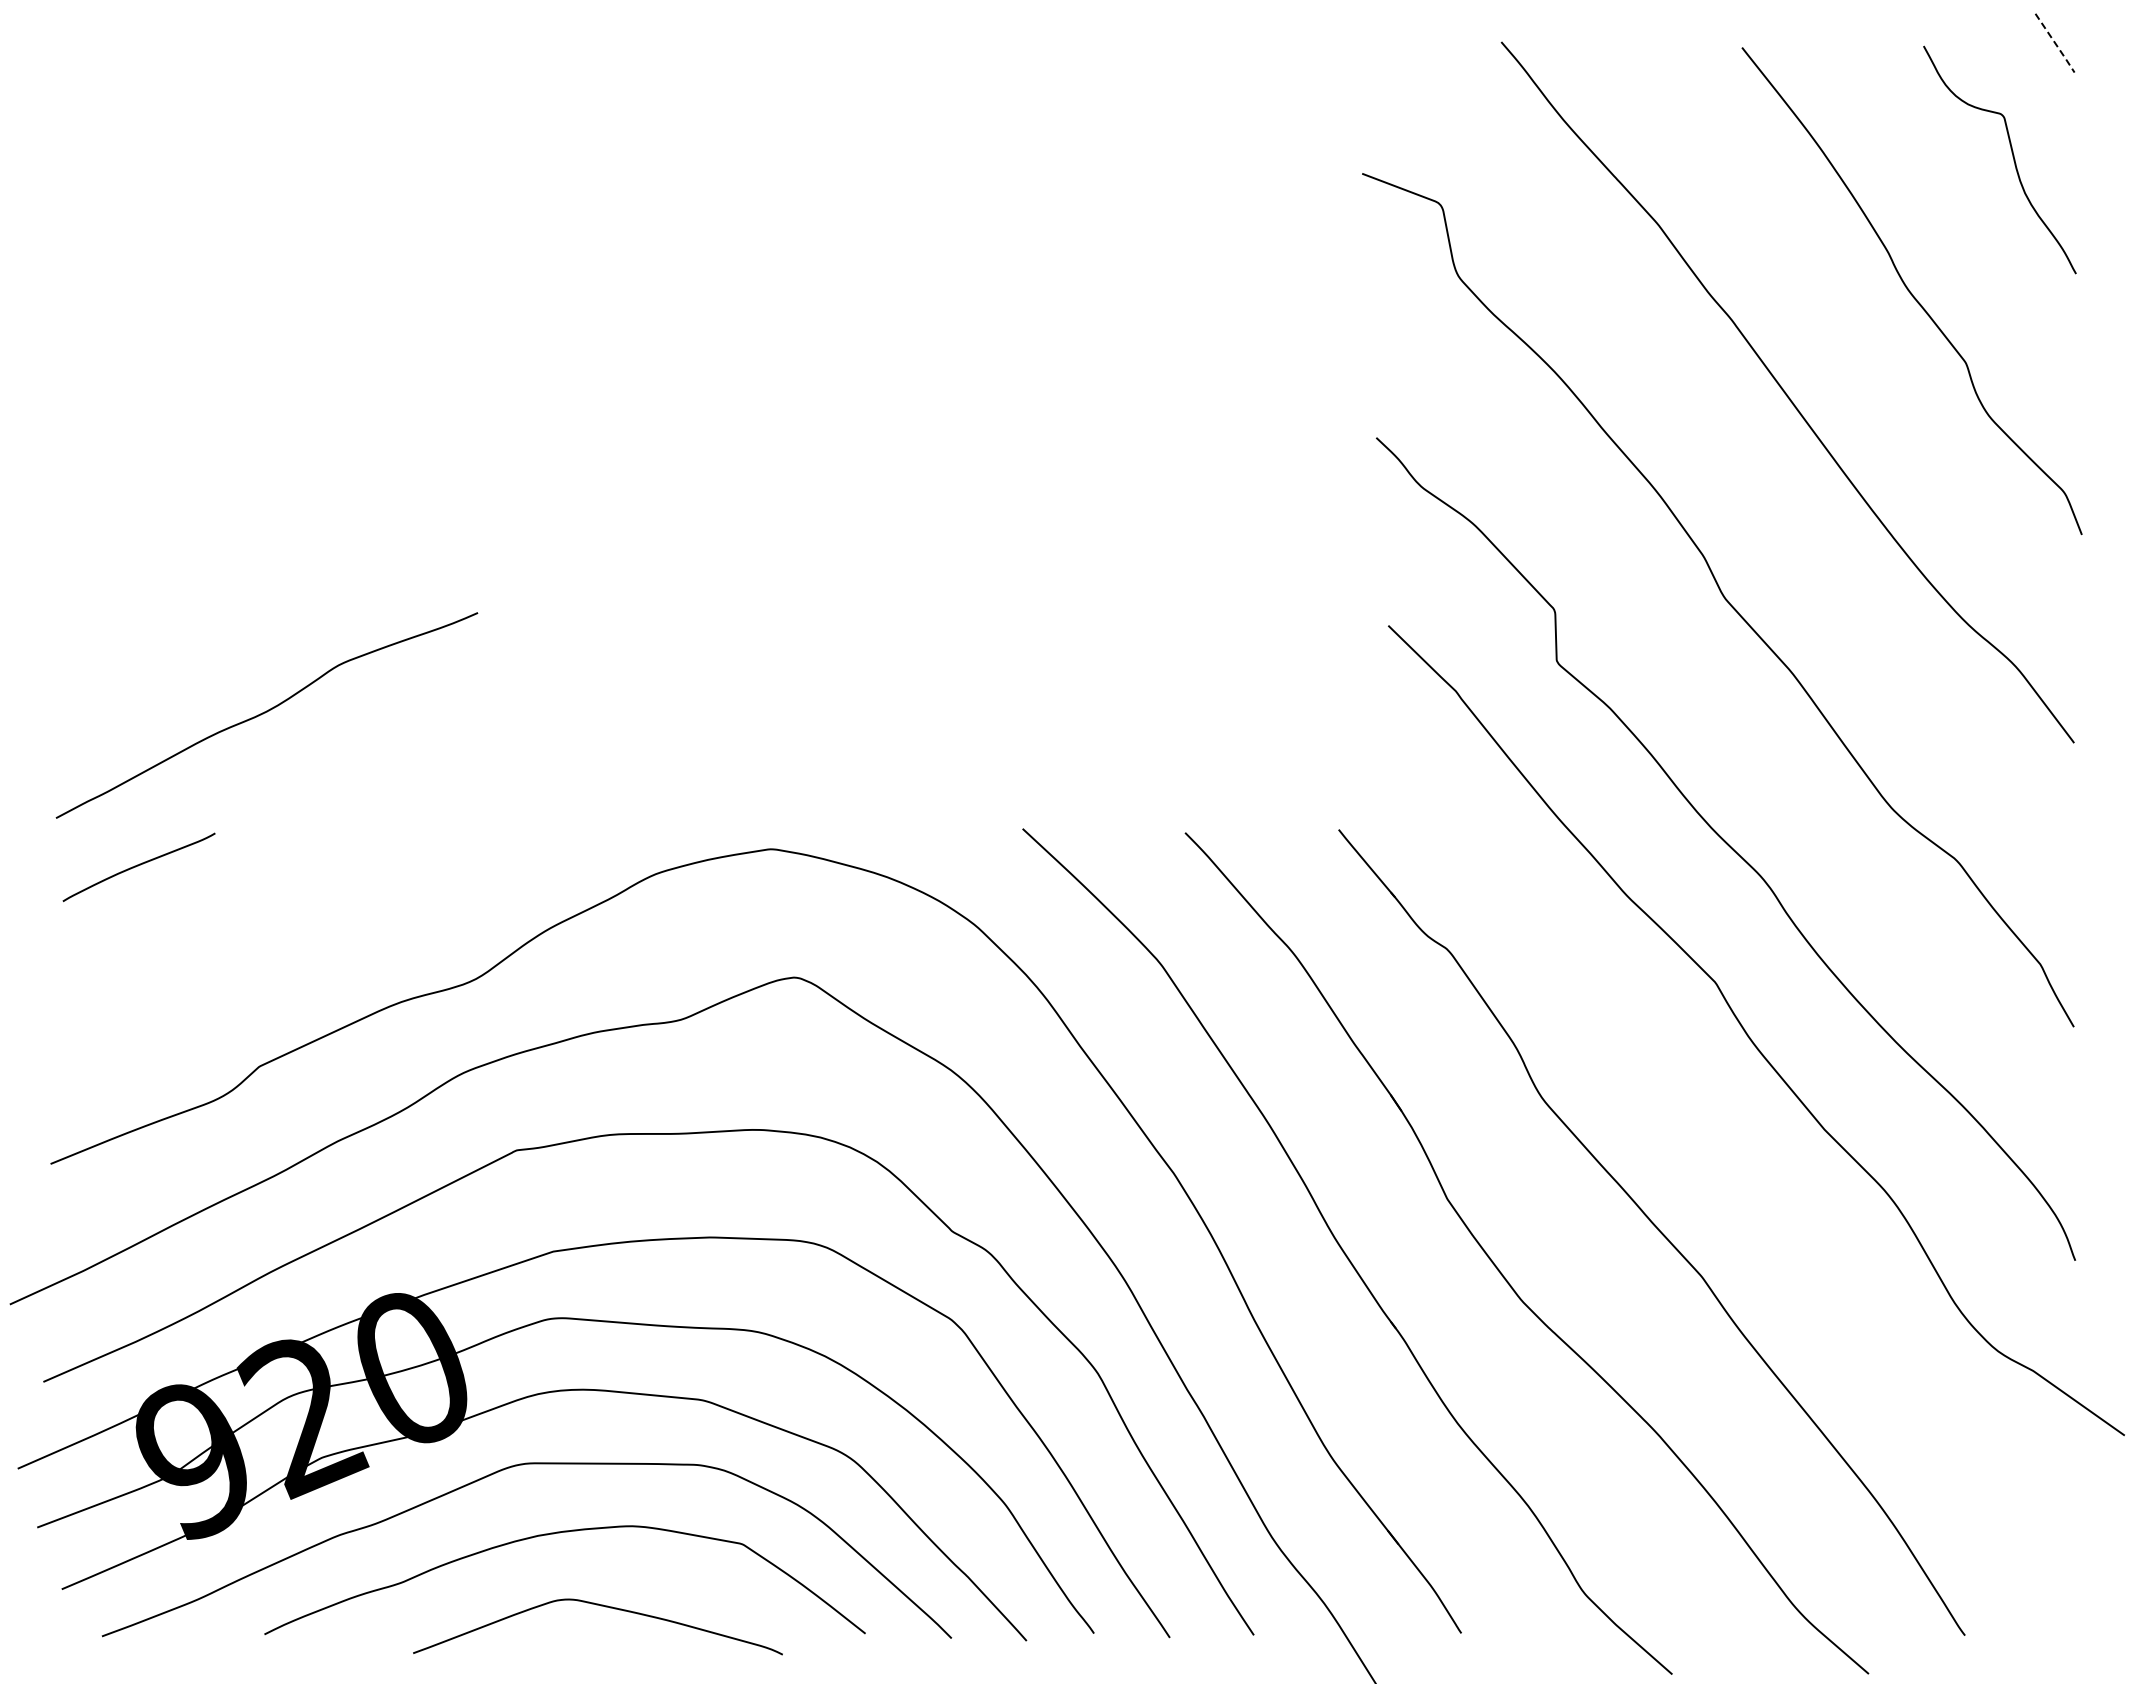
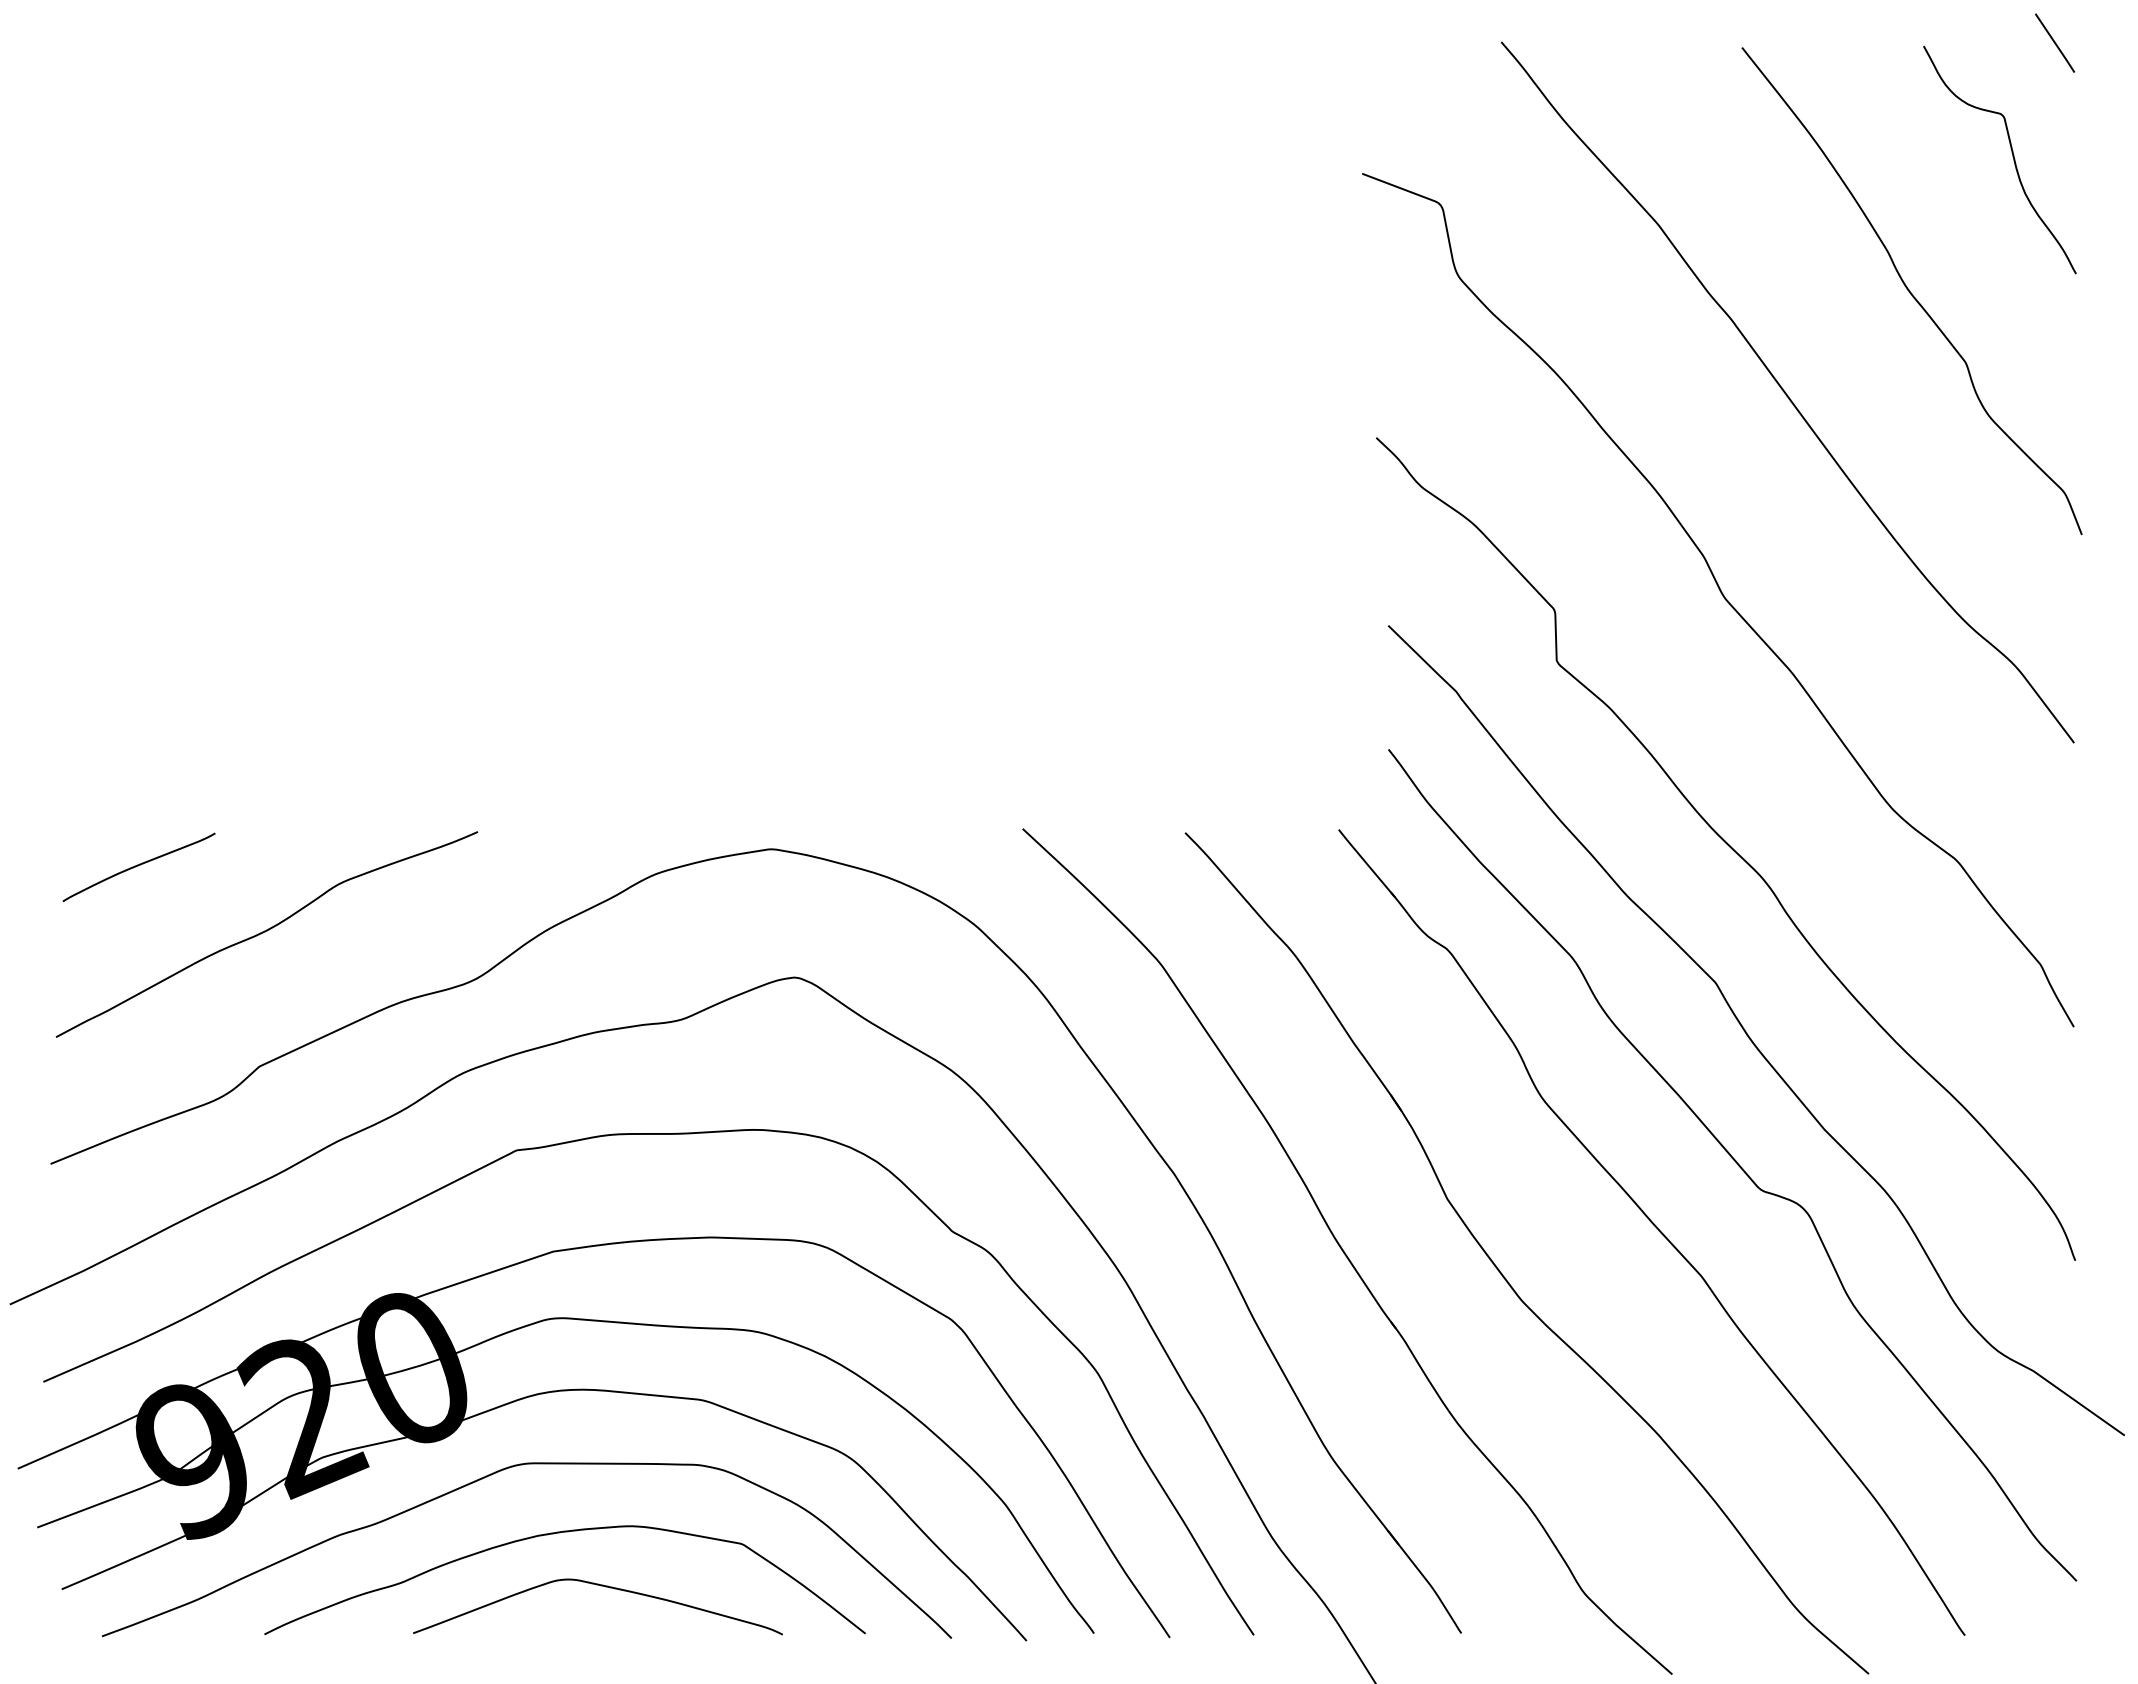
line at (2055, 44): dashed -> solid
curve at (265, 713) position: (265, 713) -> (265, 932)
curve at (1735, 1162): none -> present
curve at (601, 1606) position: (601, 1606) -> (601, 1586)
